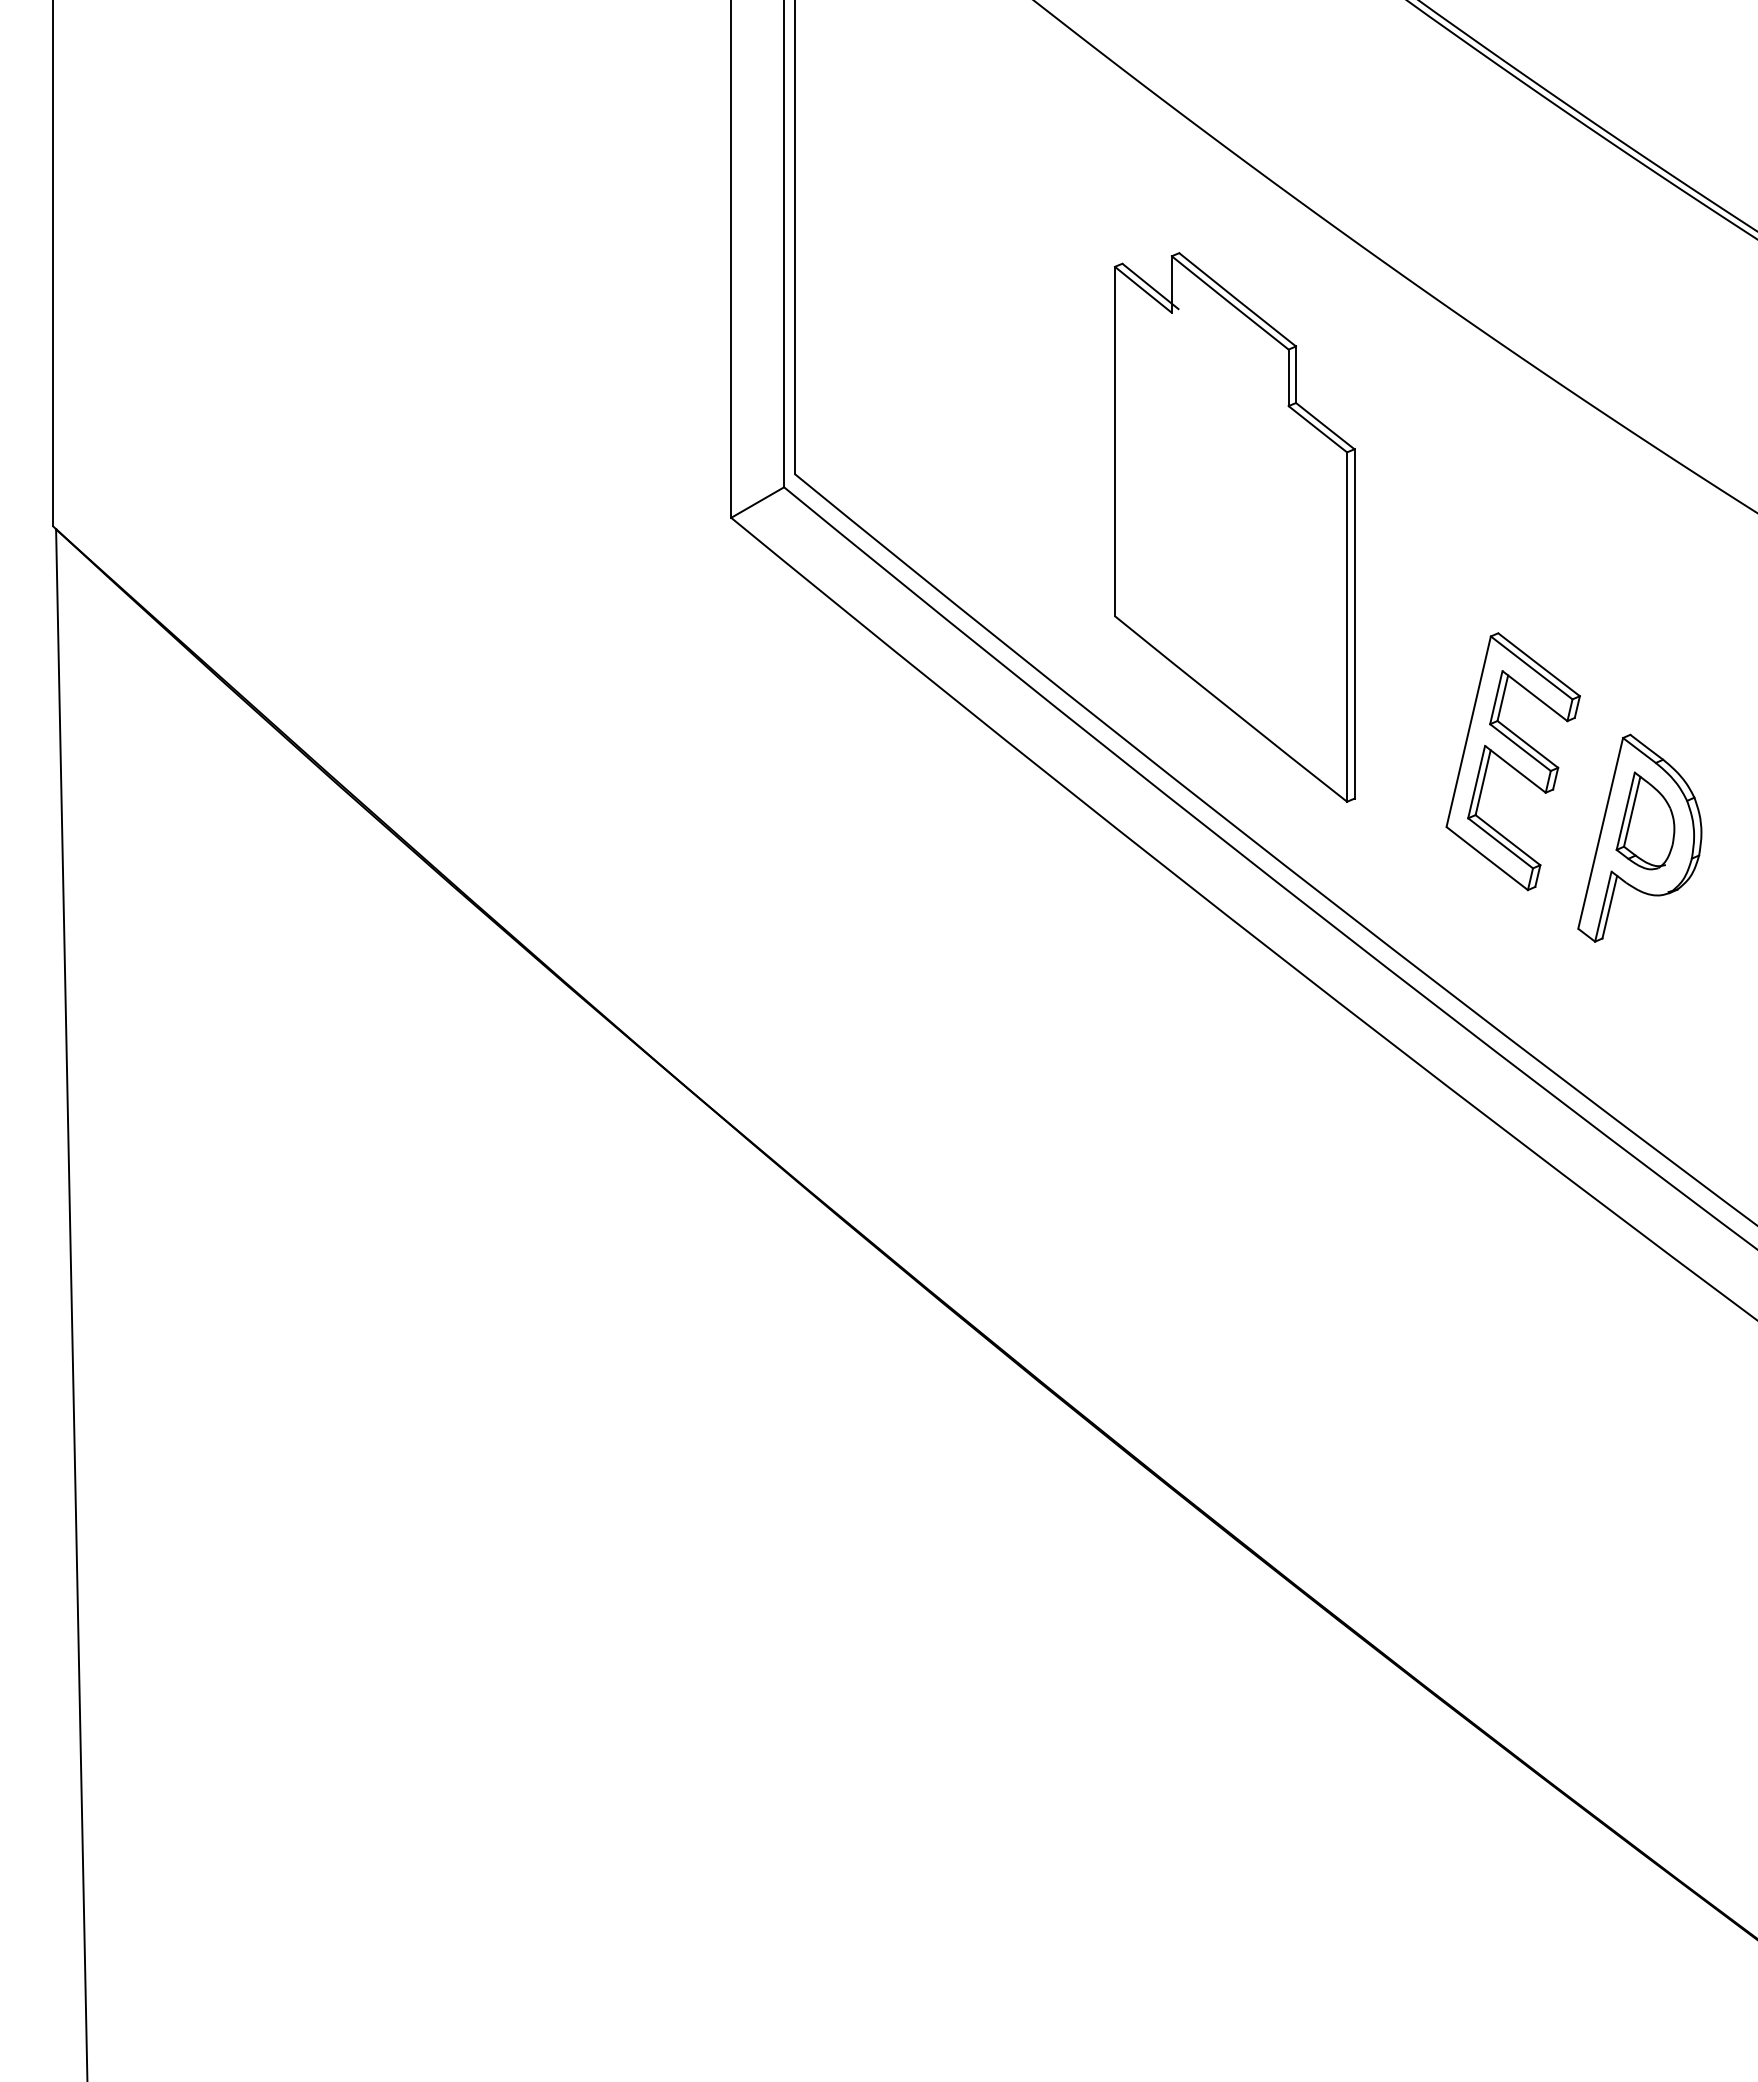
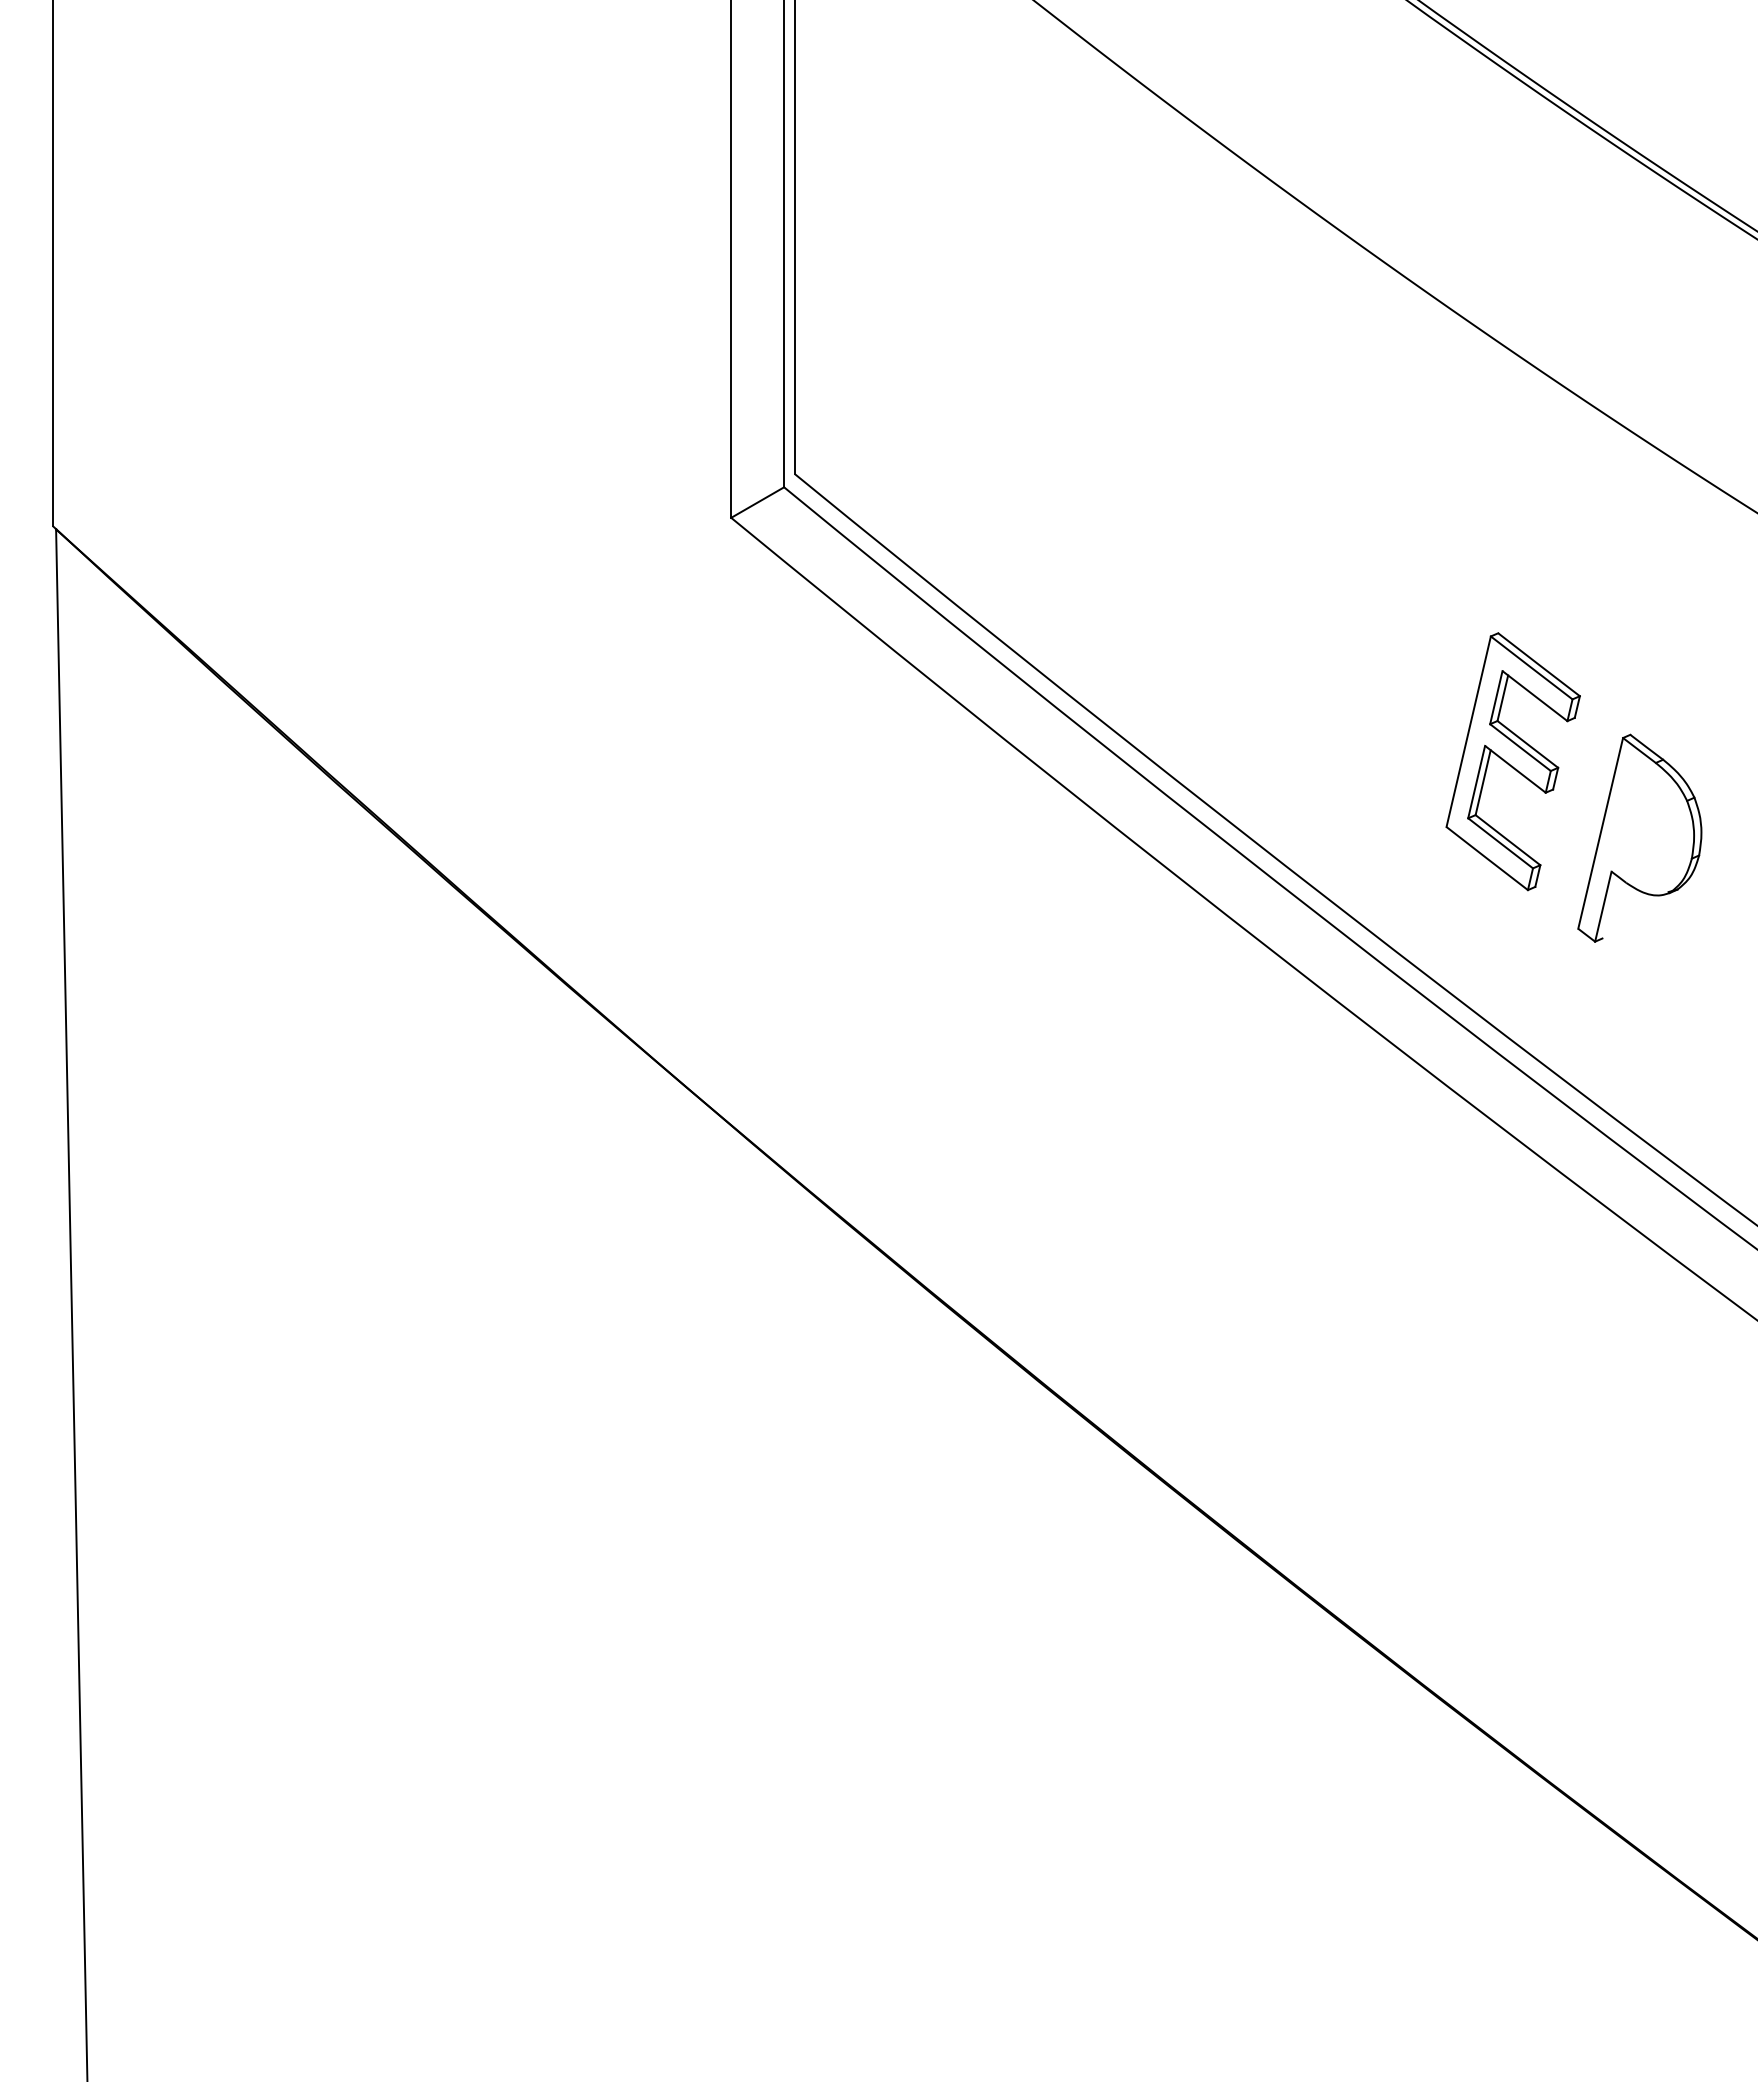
part at (1234, 527): present -> none
part at (1645, 820): present -> none
line at (1609, 906): present -> none
